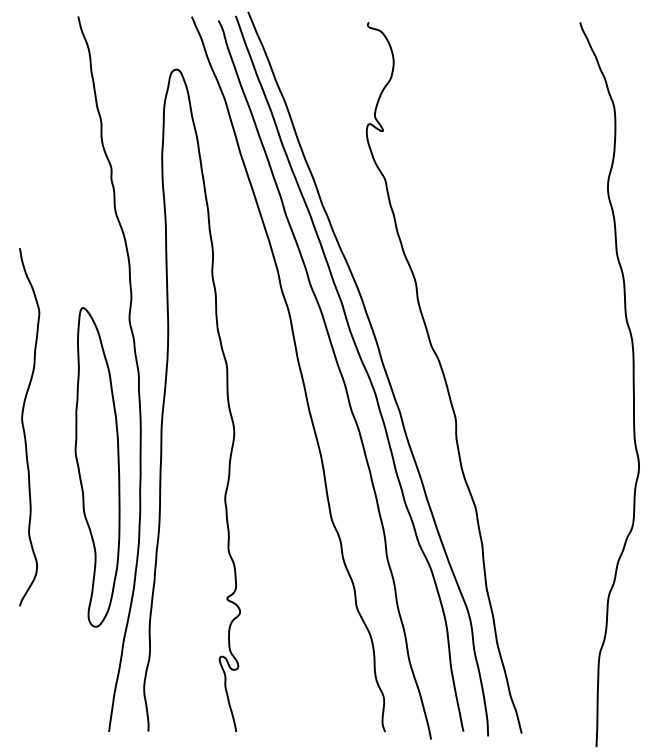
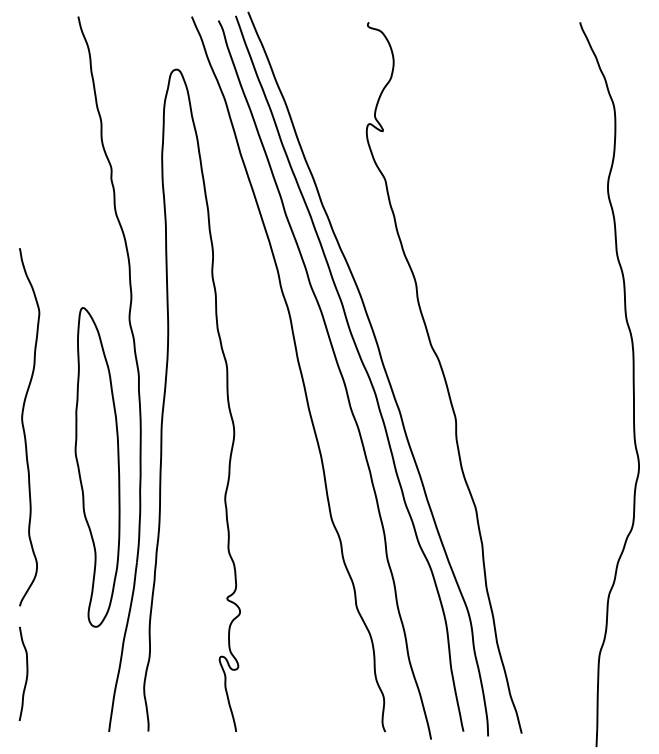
curve at (26, 673): none -> present
